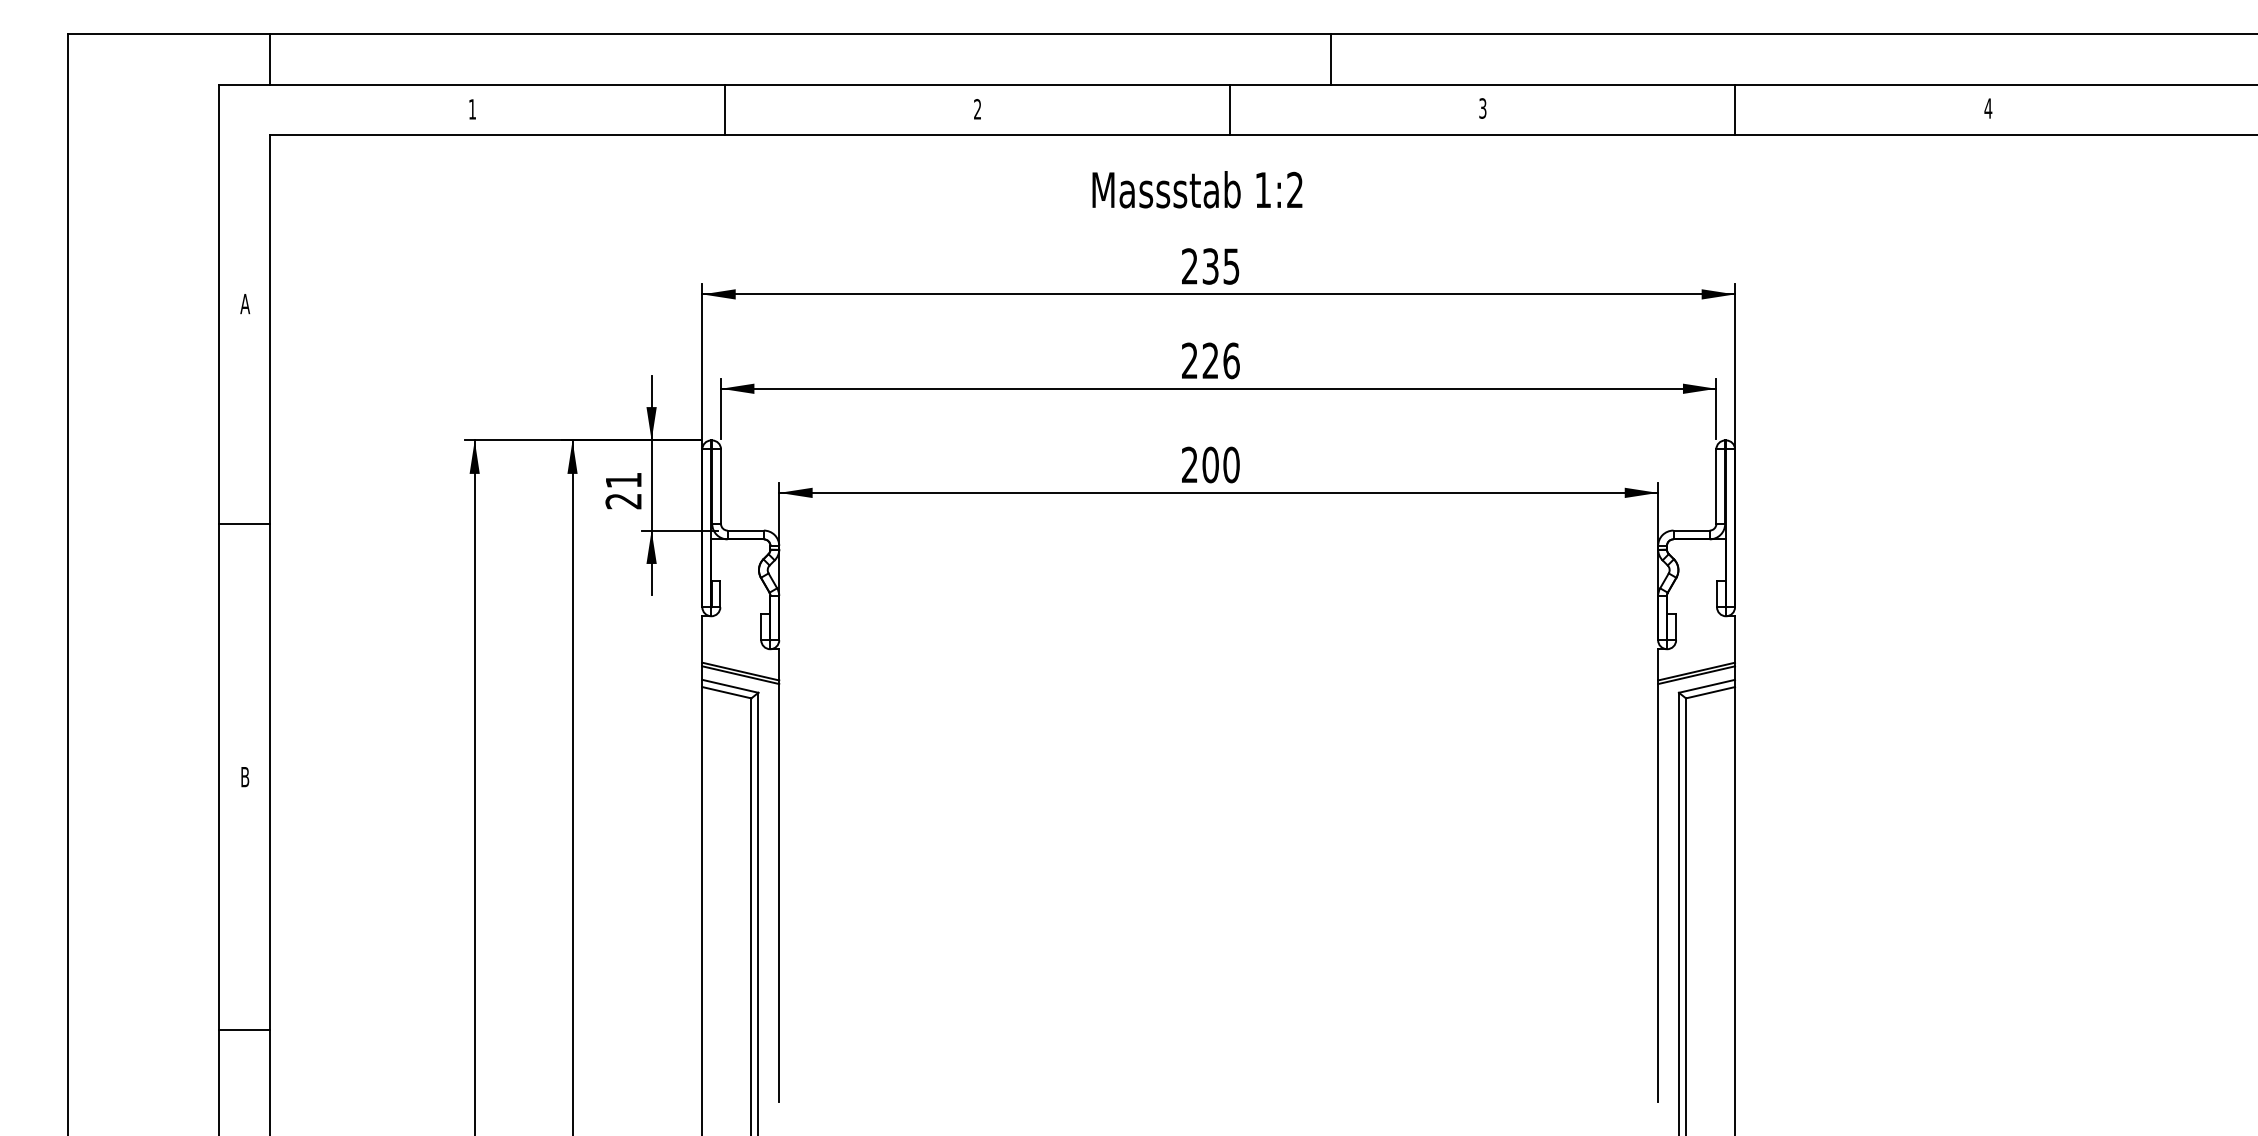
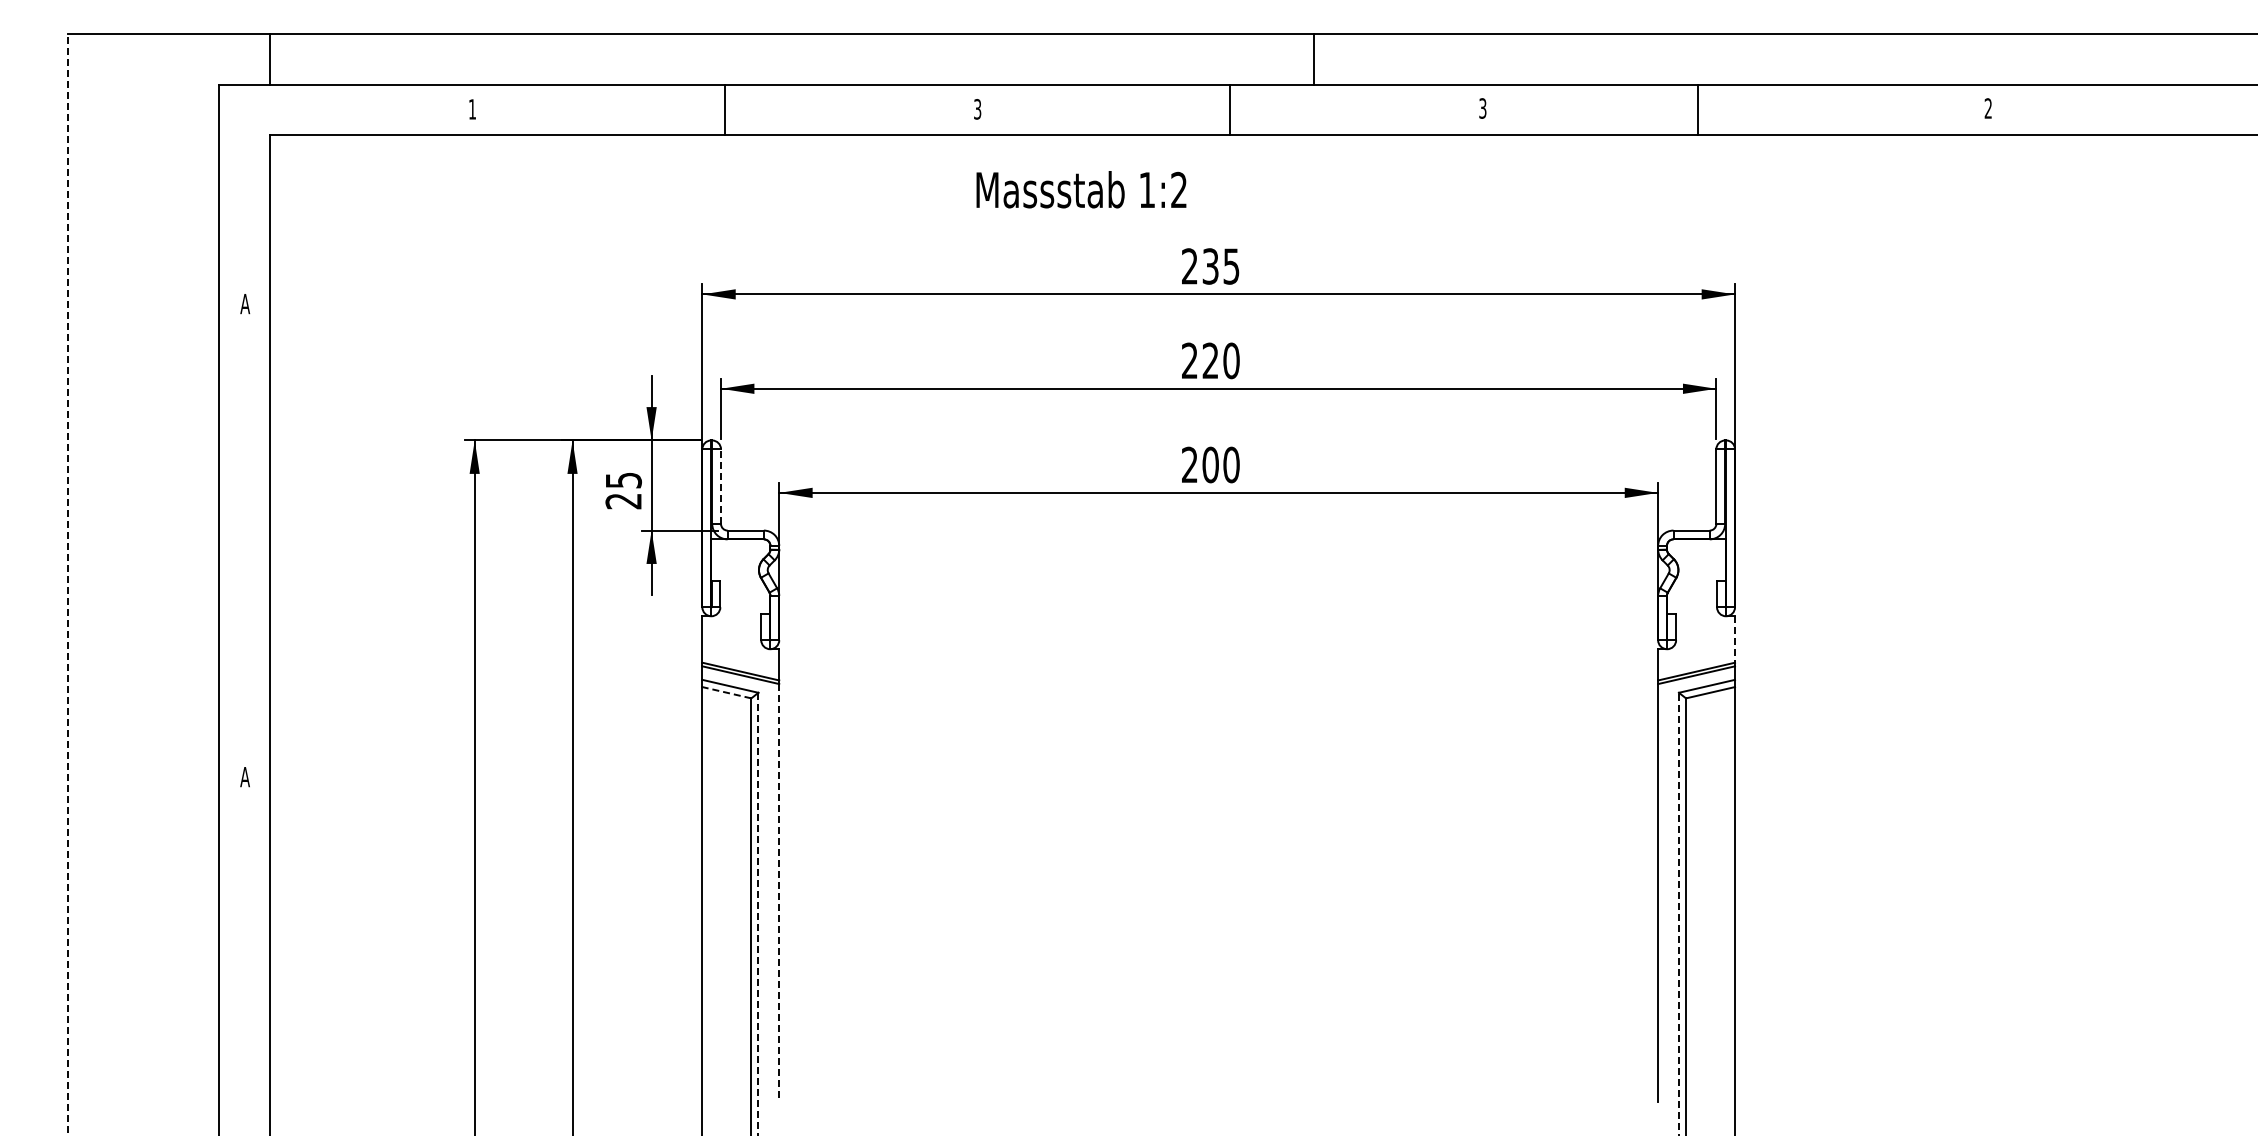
line at (1331, 59) position: (1331, 59) -> (1314, 59)
text at (1988, 108): 4 -> 2
text at (977, 109): 2 -> 3
line at (1735, 109) position: (1735, 109) -> (1698, 109)
text at (1197, 189) position: (1197, 189) -> (1081, 189)
text at (1231, 360): 226 -> 220
text at (623, 480): 21 -> 25
line at (721, 486): solid -> dashed
line at (244, 524): present -> none
line at (67, 584): solid -> dashed
line at (1735, 639): solid -> dashed
line at (726, 692): solid -> dashed
text at (244, 777): B -> A
line at (779, 892): solid -> dashed
line at (1678, 913): solid -> dashed
line at (758, 914): solid -> dashed
line at (244, 1029): present -> none
